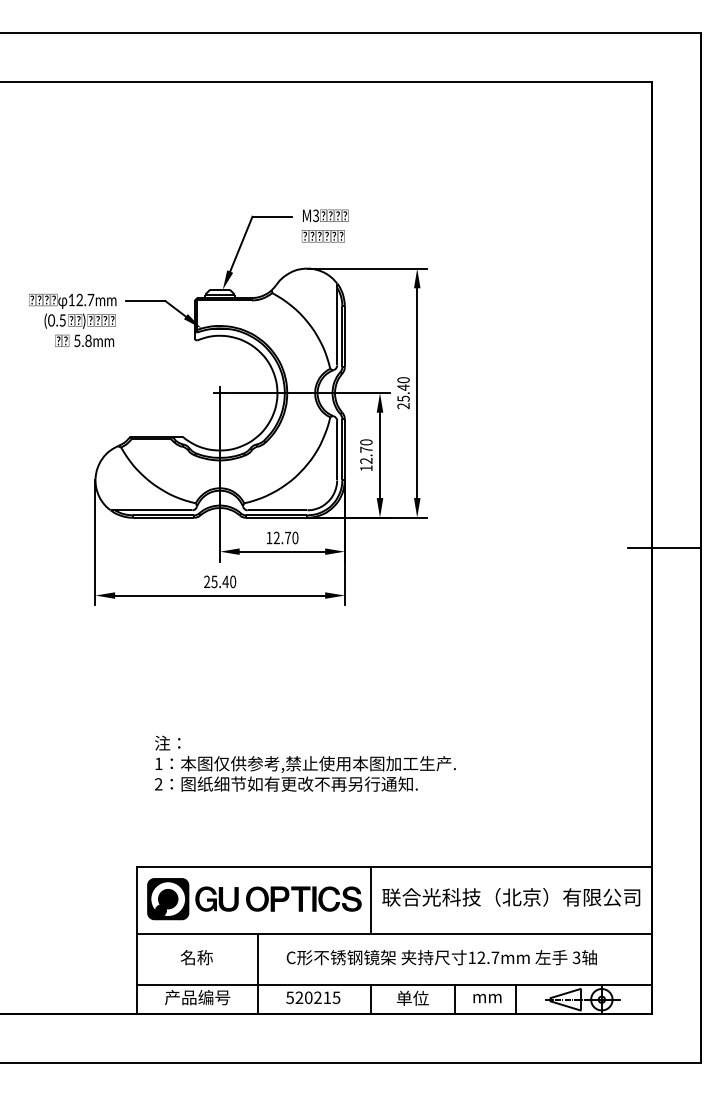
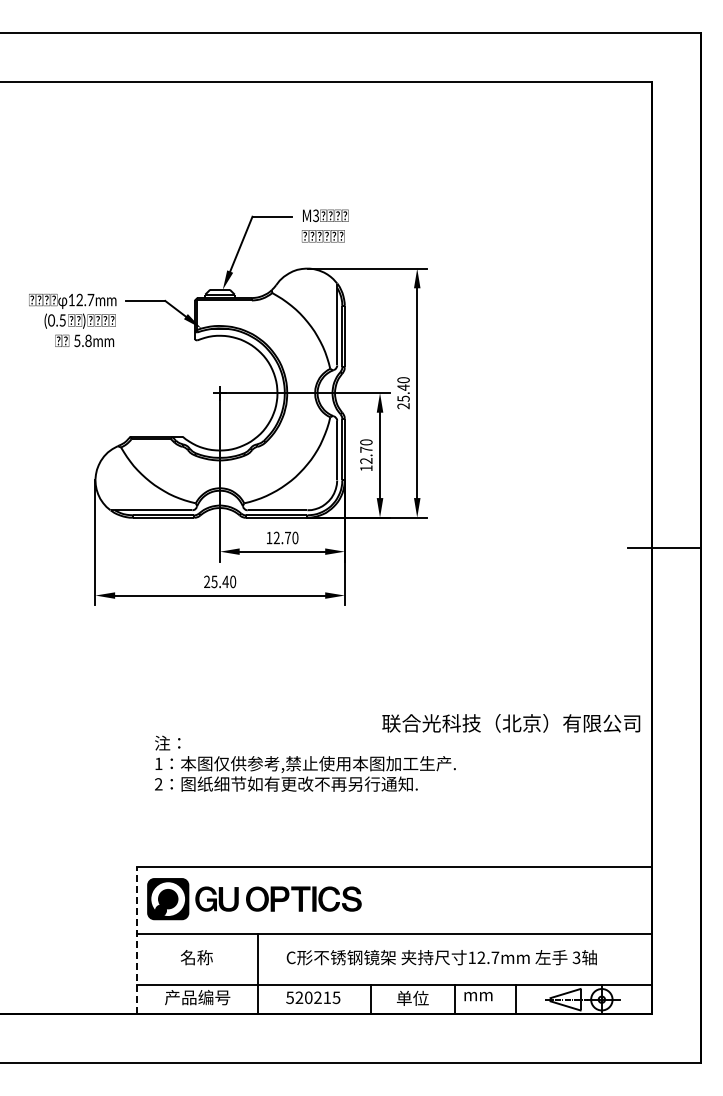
text at (511, 897) position: (511, 897) -> (511, 723)
line at (370, 899): present -> none
line at (137, 940): solid -> dashed
text at (487, 998) position: (487, 998) -> (478, 996)
